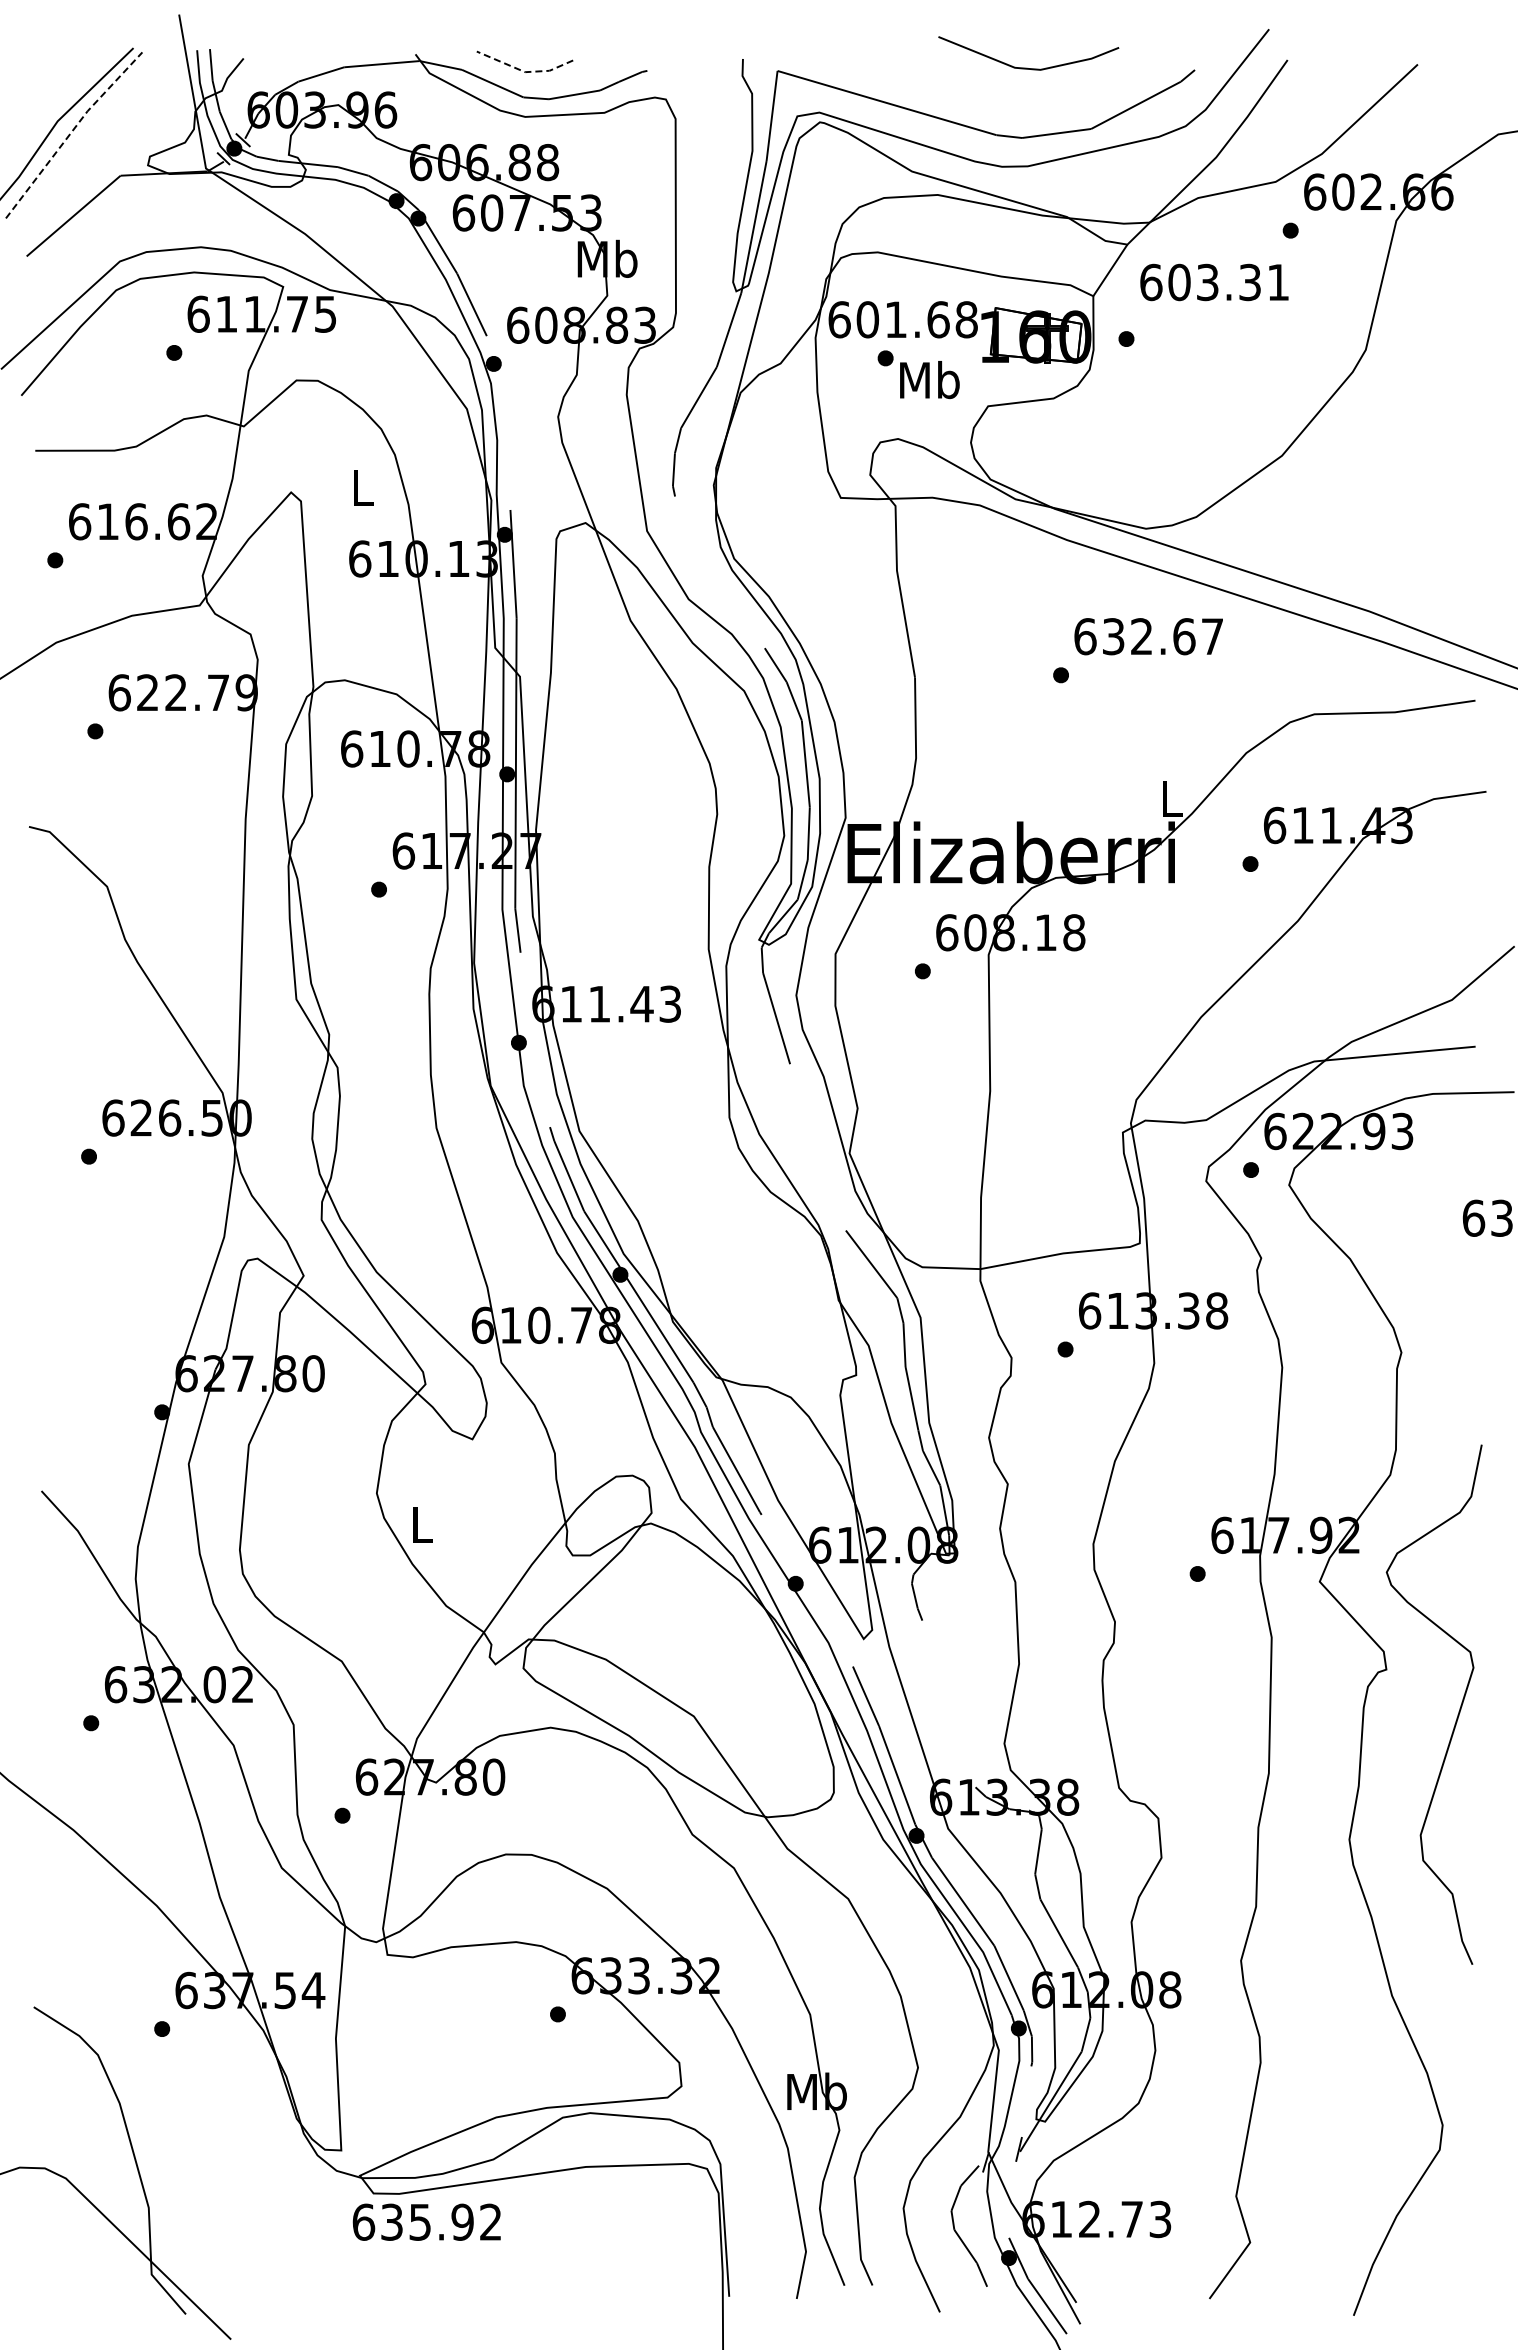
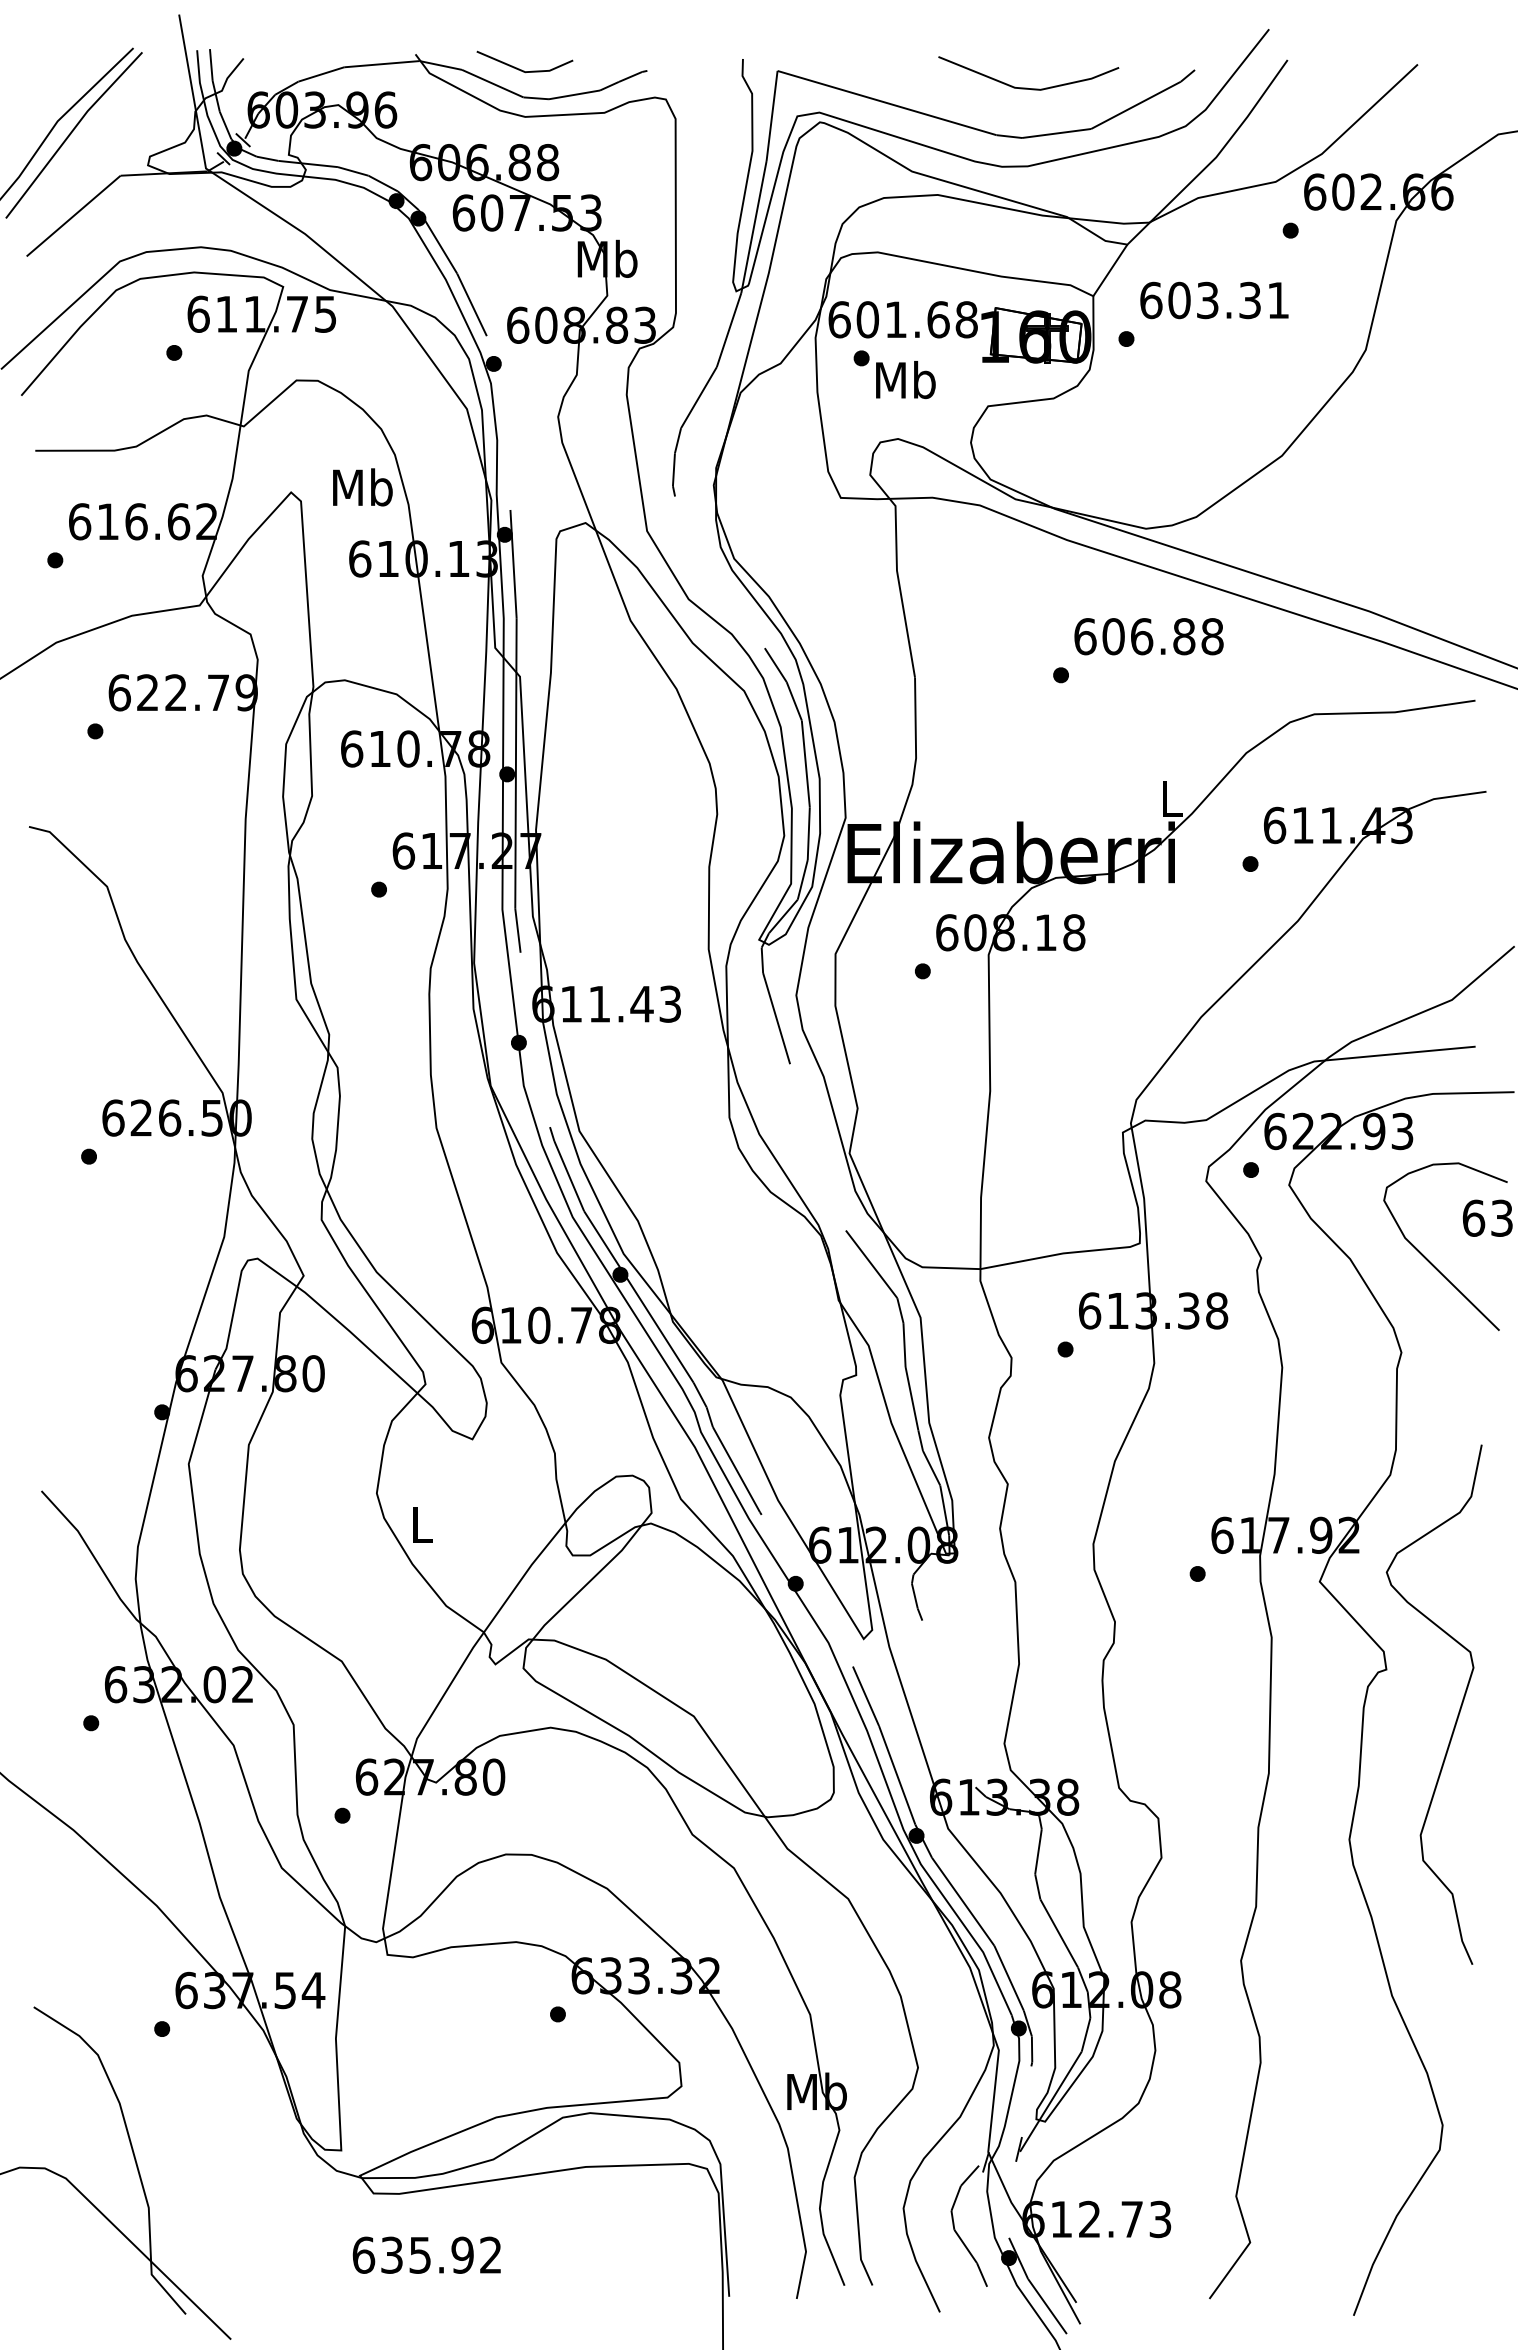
line at (1027, 67) position: (1027, 67) -> (1027, 87)
line at (525, 72): dashed -> solid
line at (71, 131): dashed -> solid
text at (1214, 282) position: (1214, 282) -> (1214, 300)
text at (918, 374) position: (918, 374) -> (894, 374)
text at (362, 487): L -> Mb
text at (1162, 636): 632.67 -> 606.88
curve at (1430, 1261): none -> present
text at (426, 2221) position: (426, 2221) -> (426, 2254)
